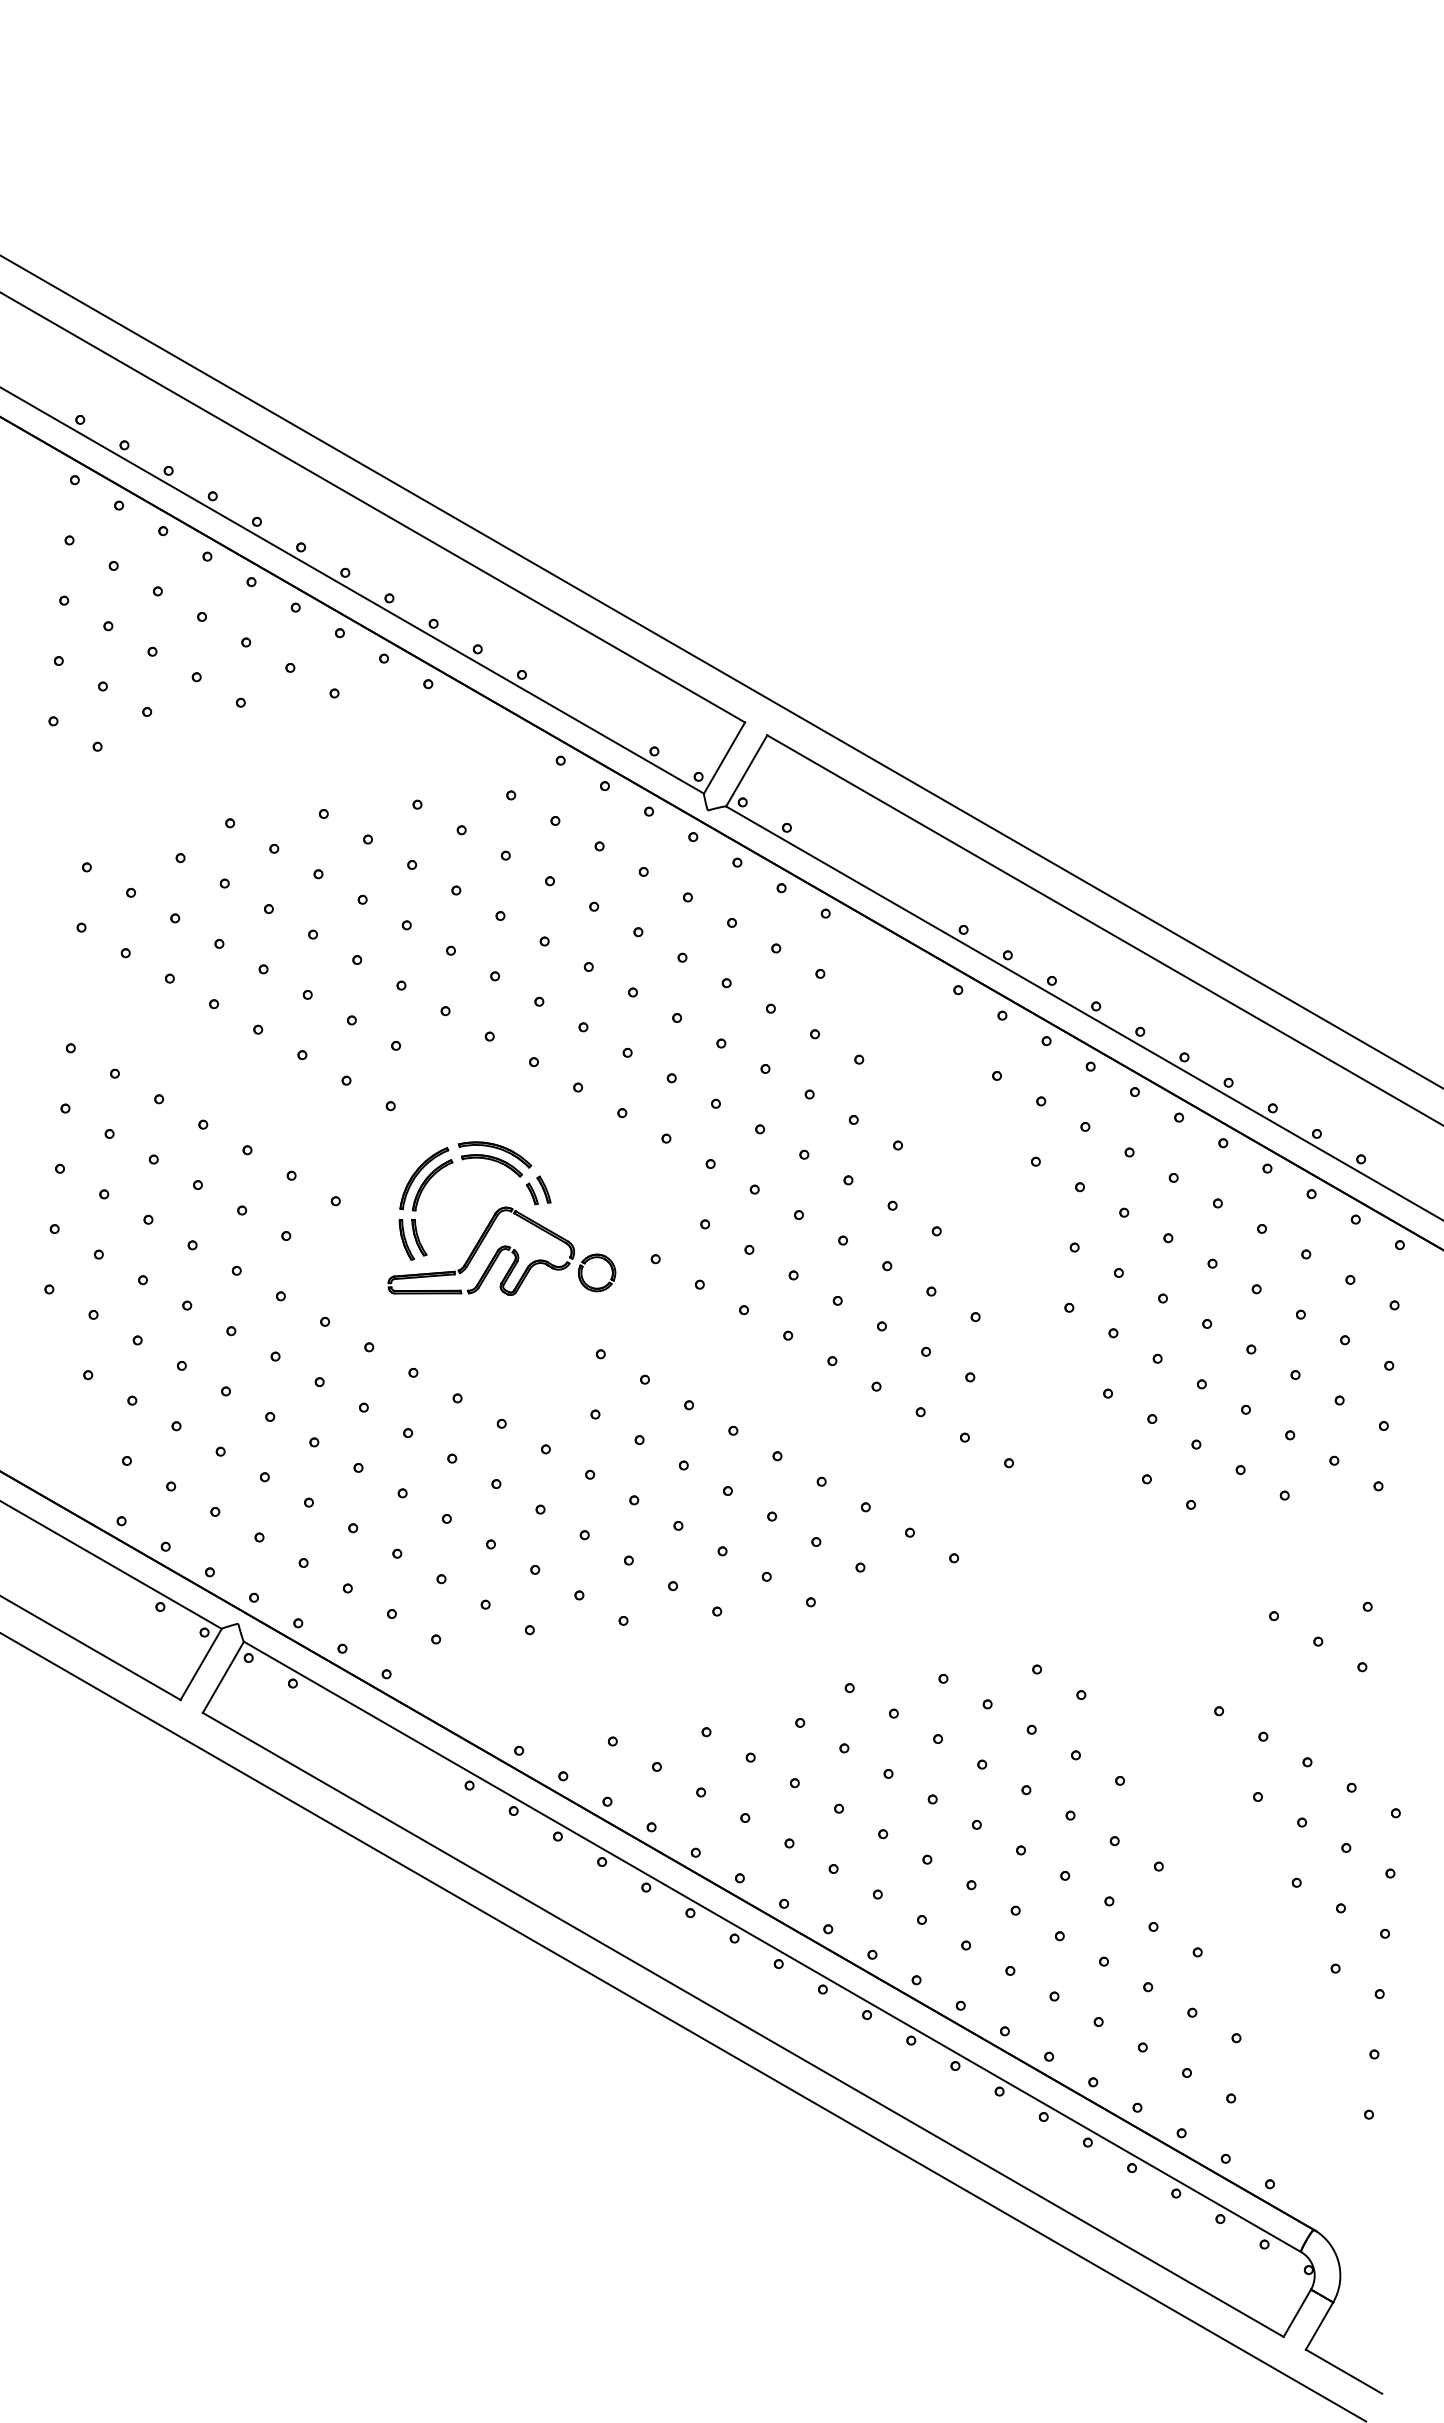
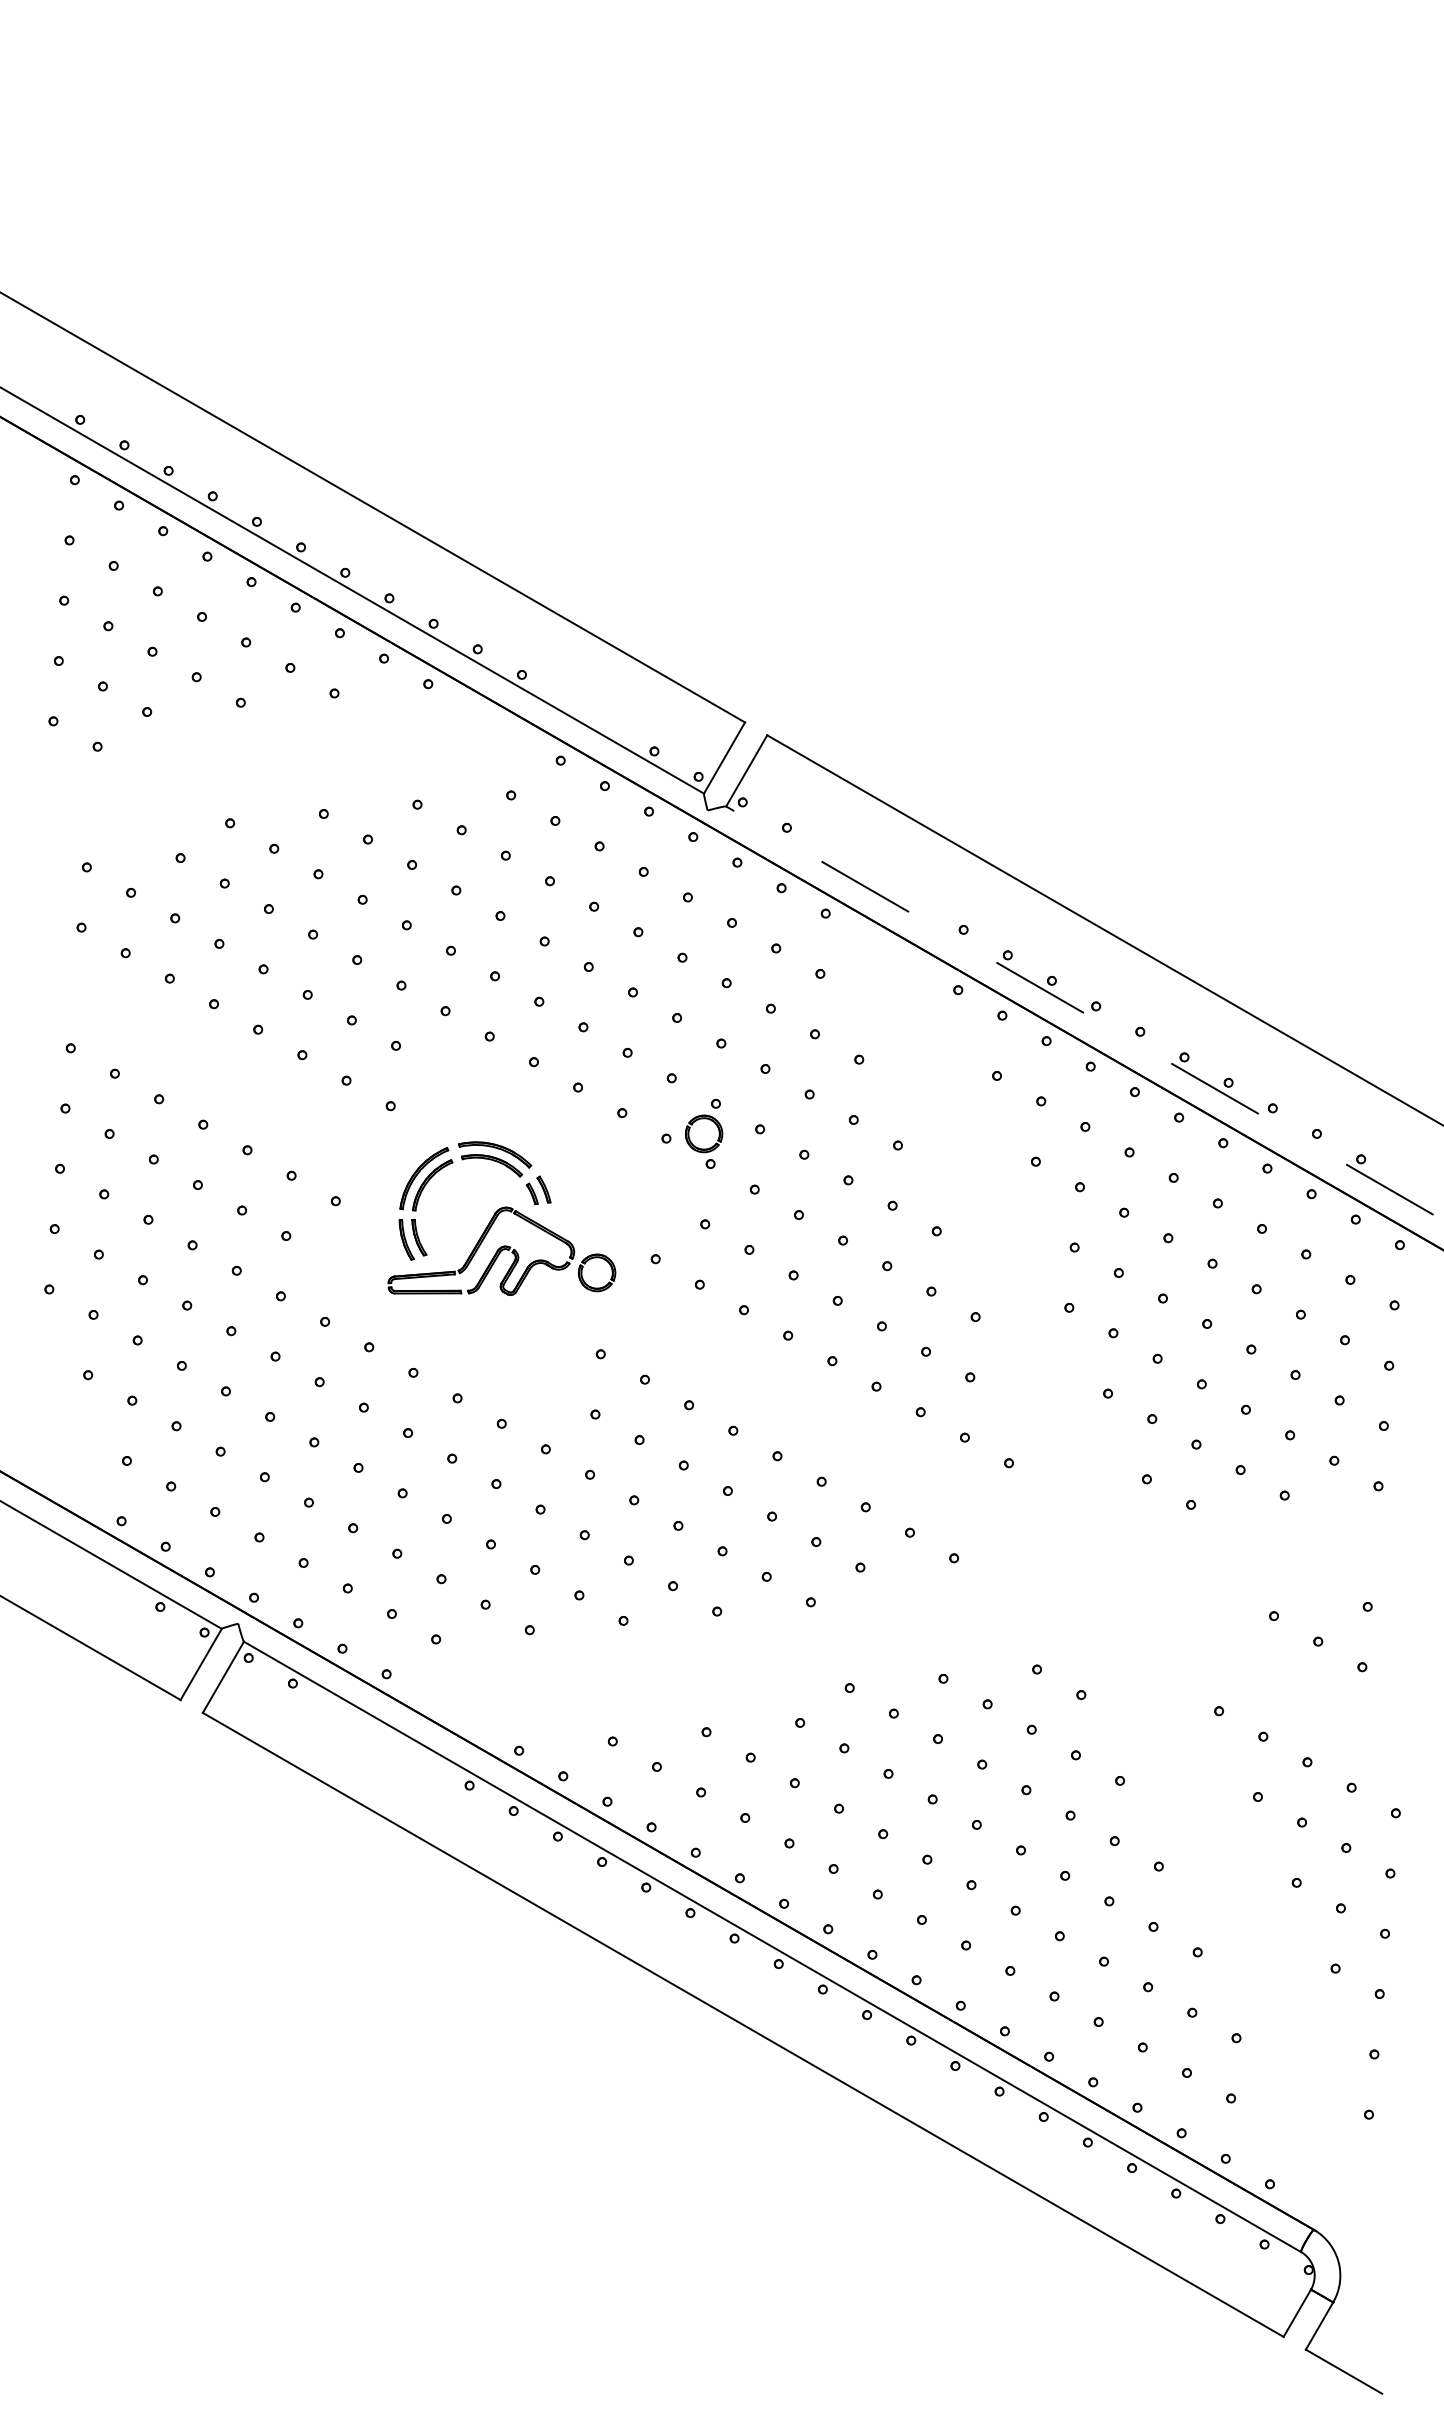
line at (721, 671): present -> none
line at (1084, 1013): solid -> dashed
part at (704, 1133): none -> present
line at (682, 2026): present -> none
